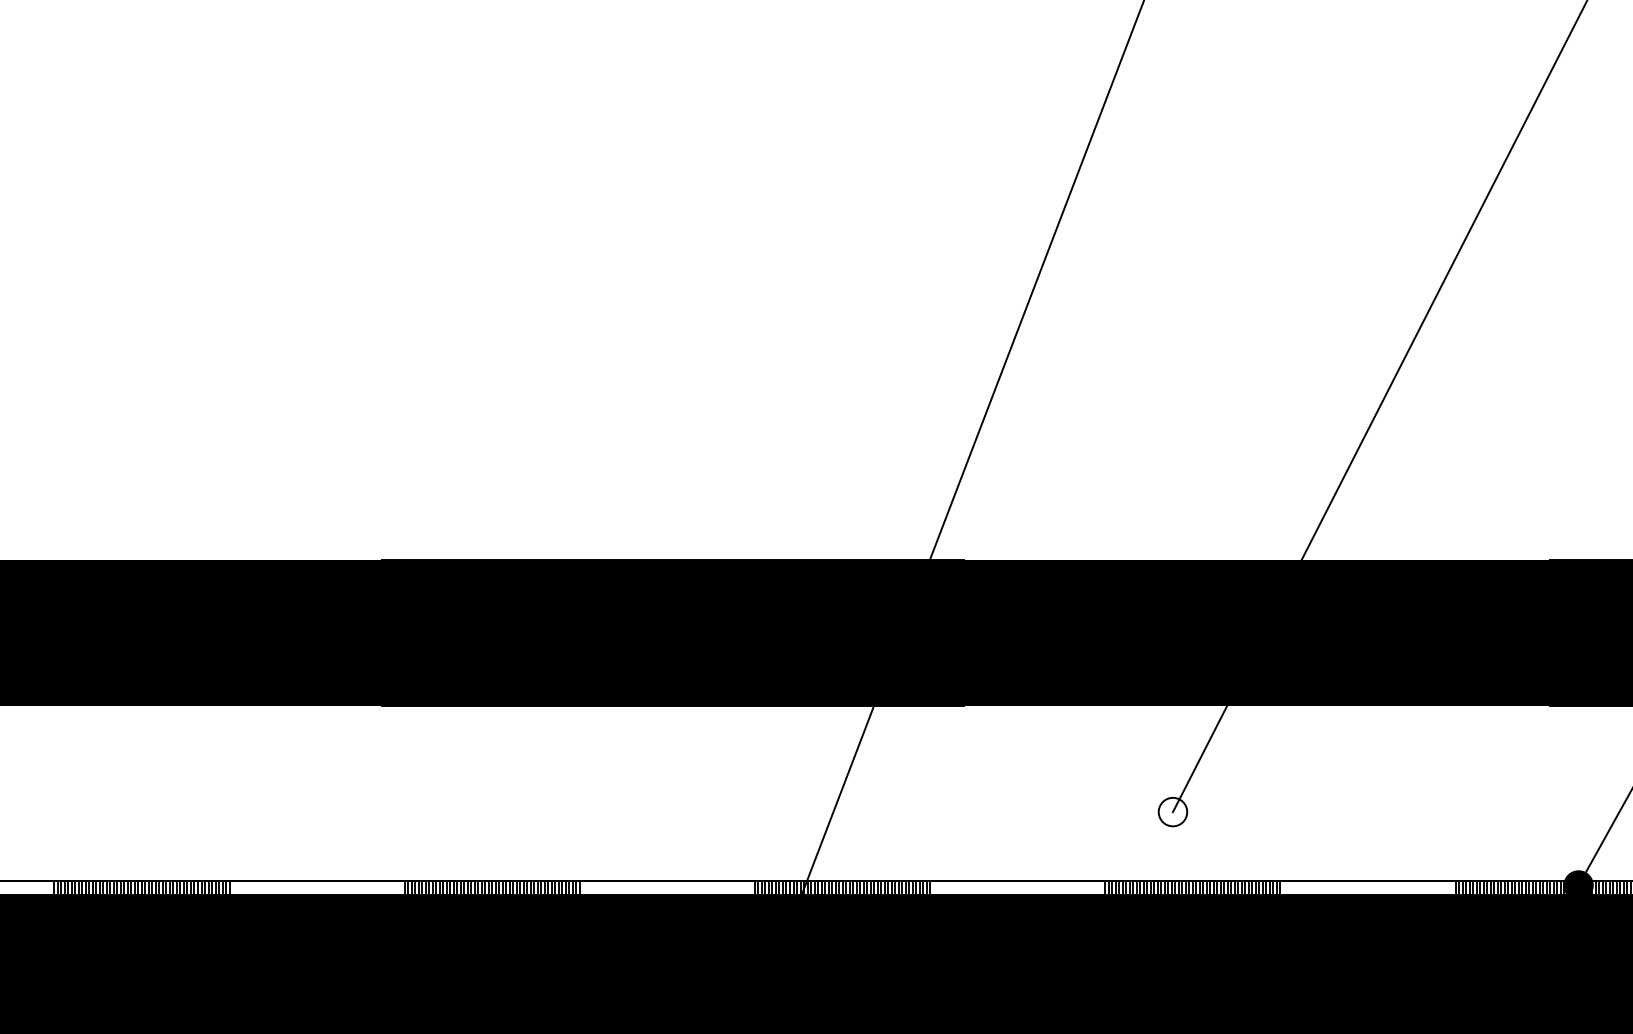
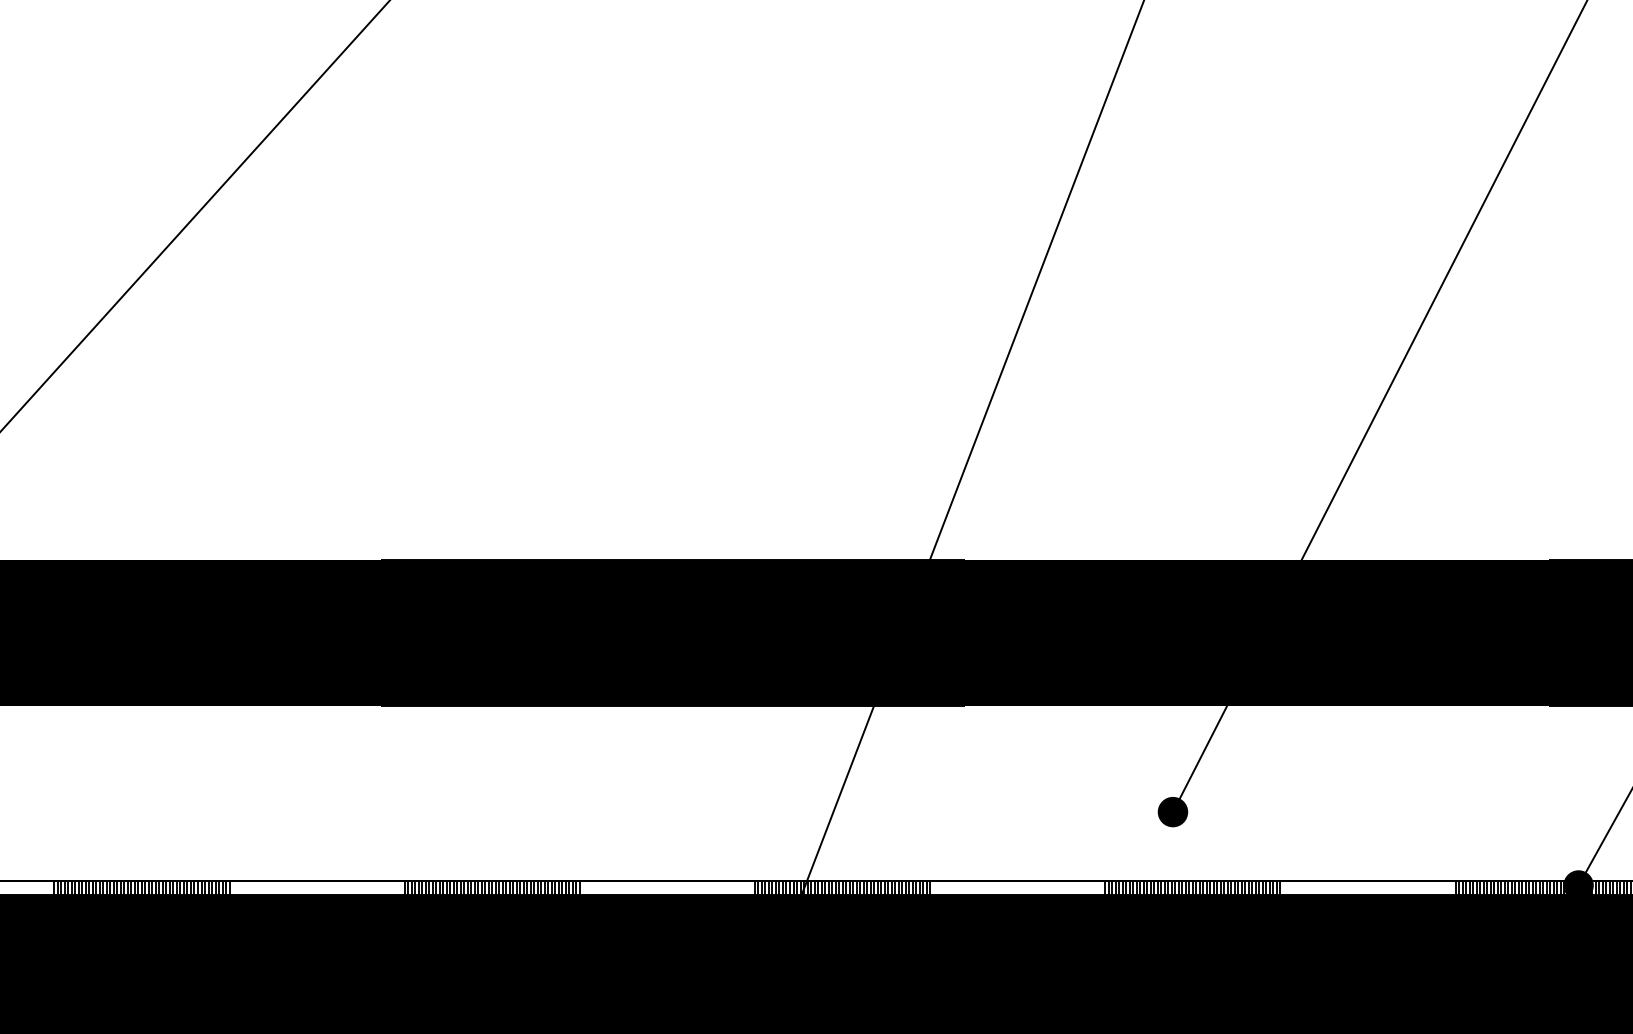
line at (195, 216): none -> present
fill at (1172, 811): none -> present
